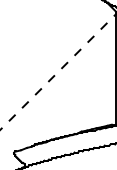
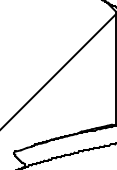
line at (58, 71): dashed -> solid
